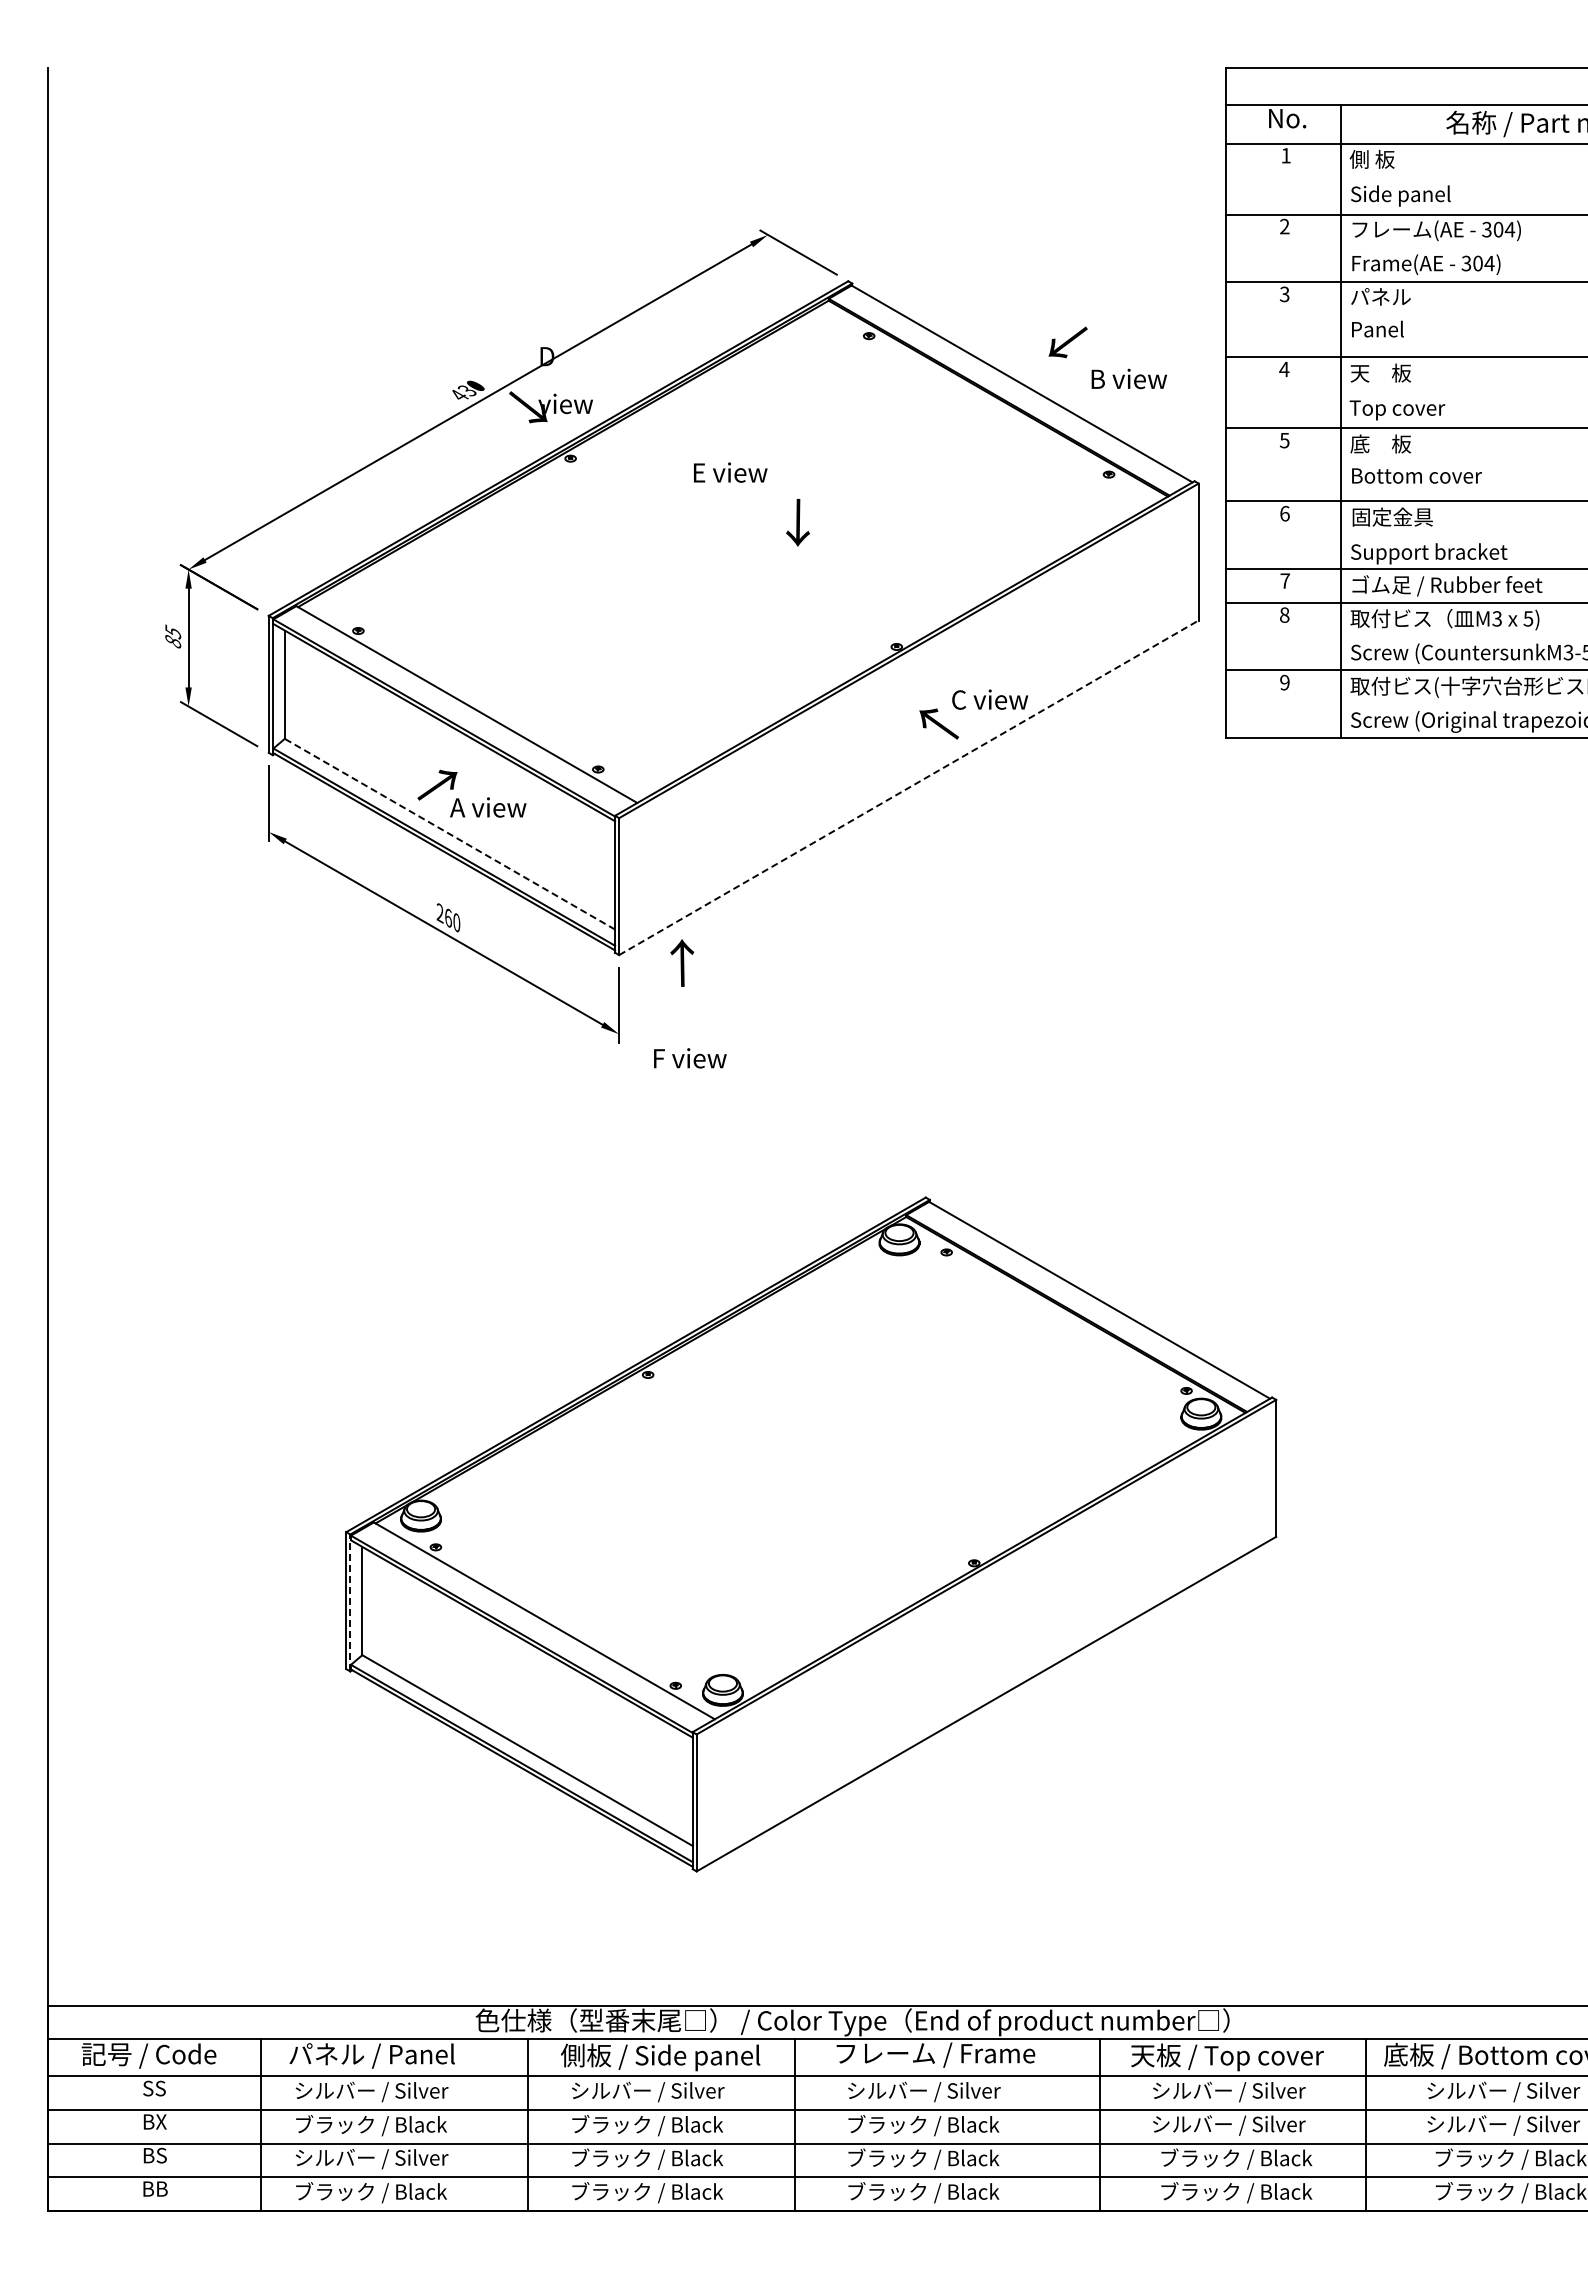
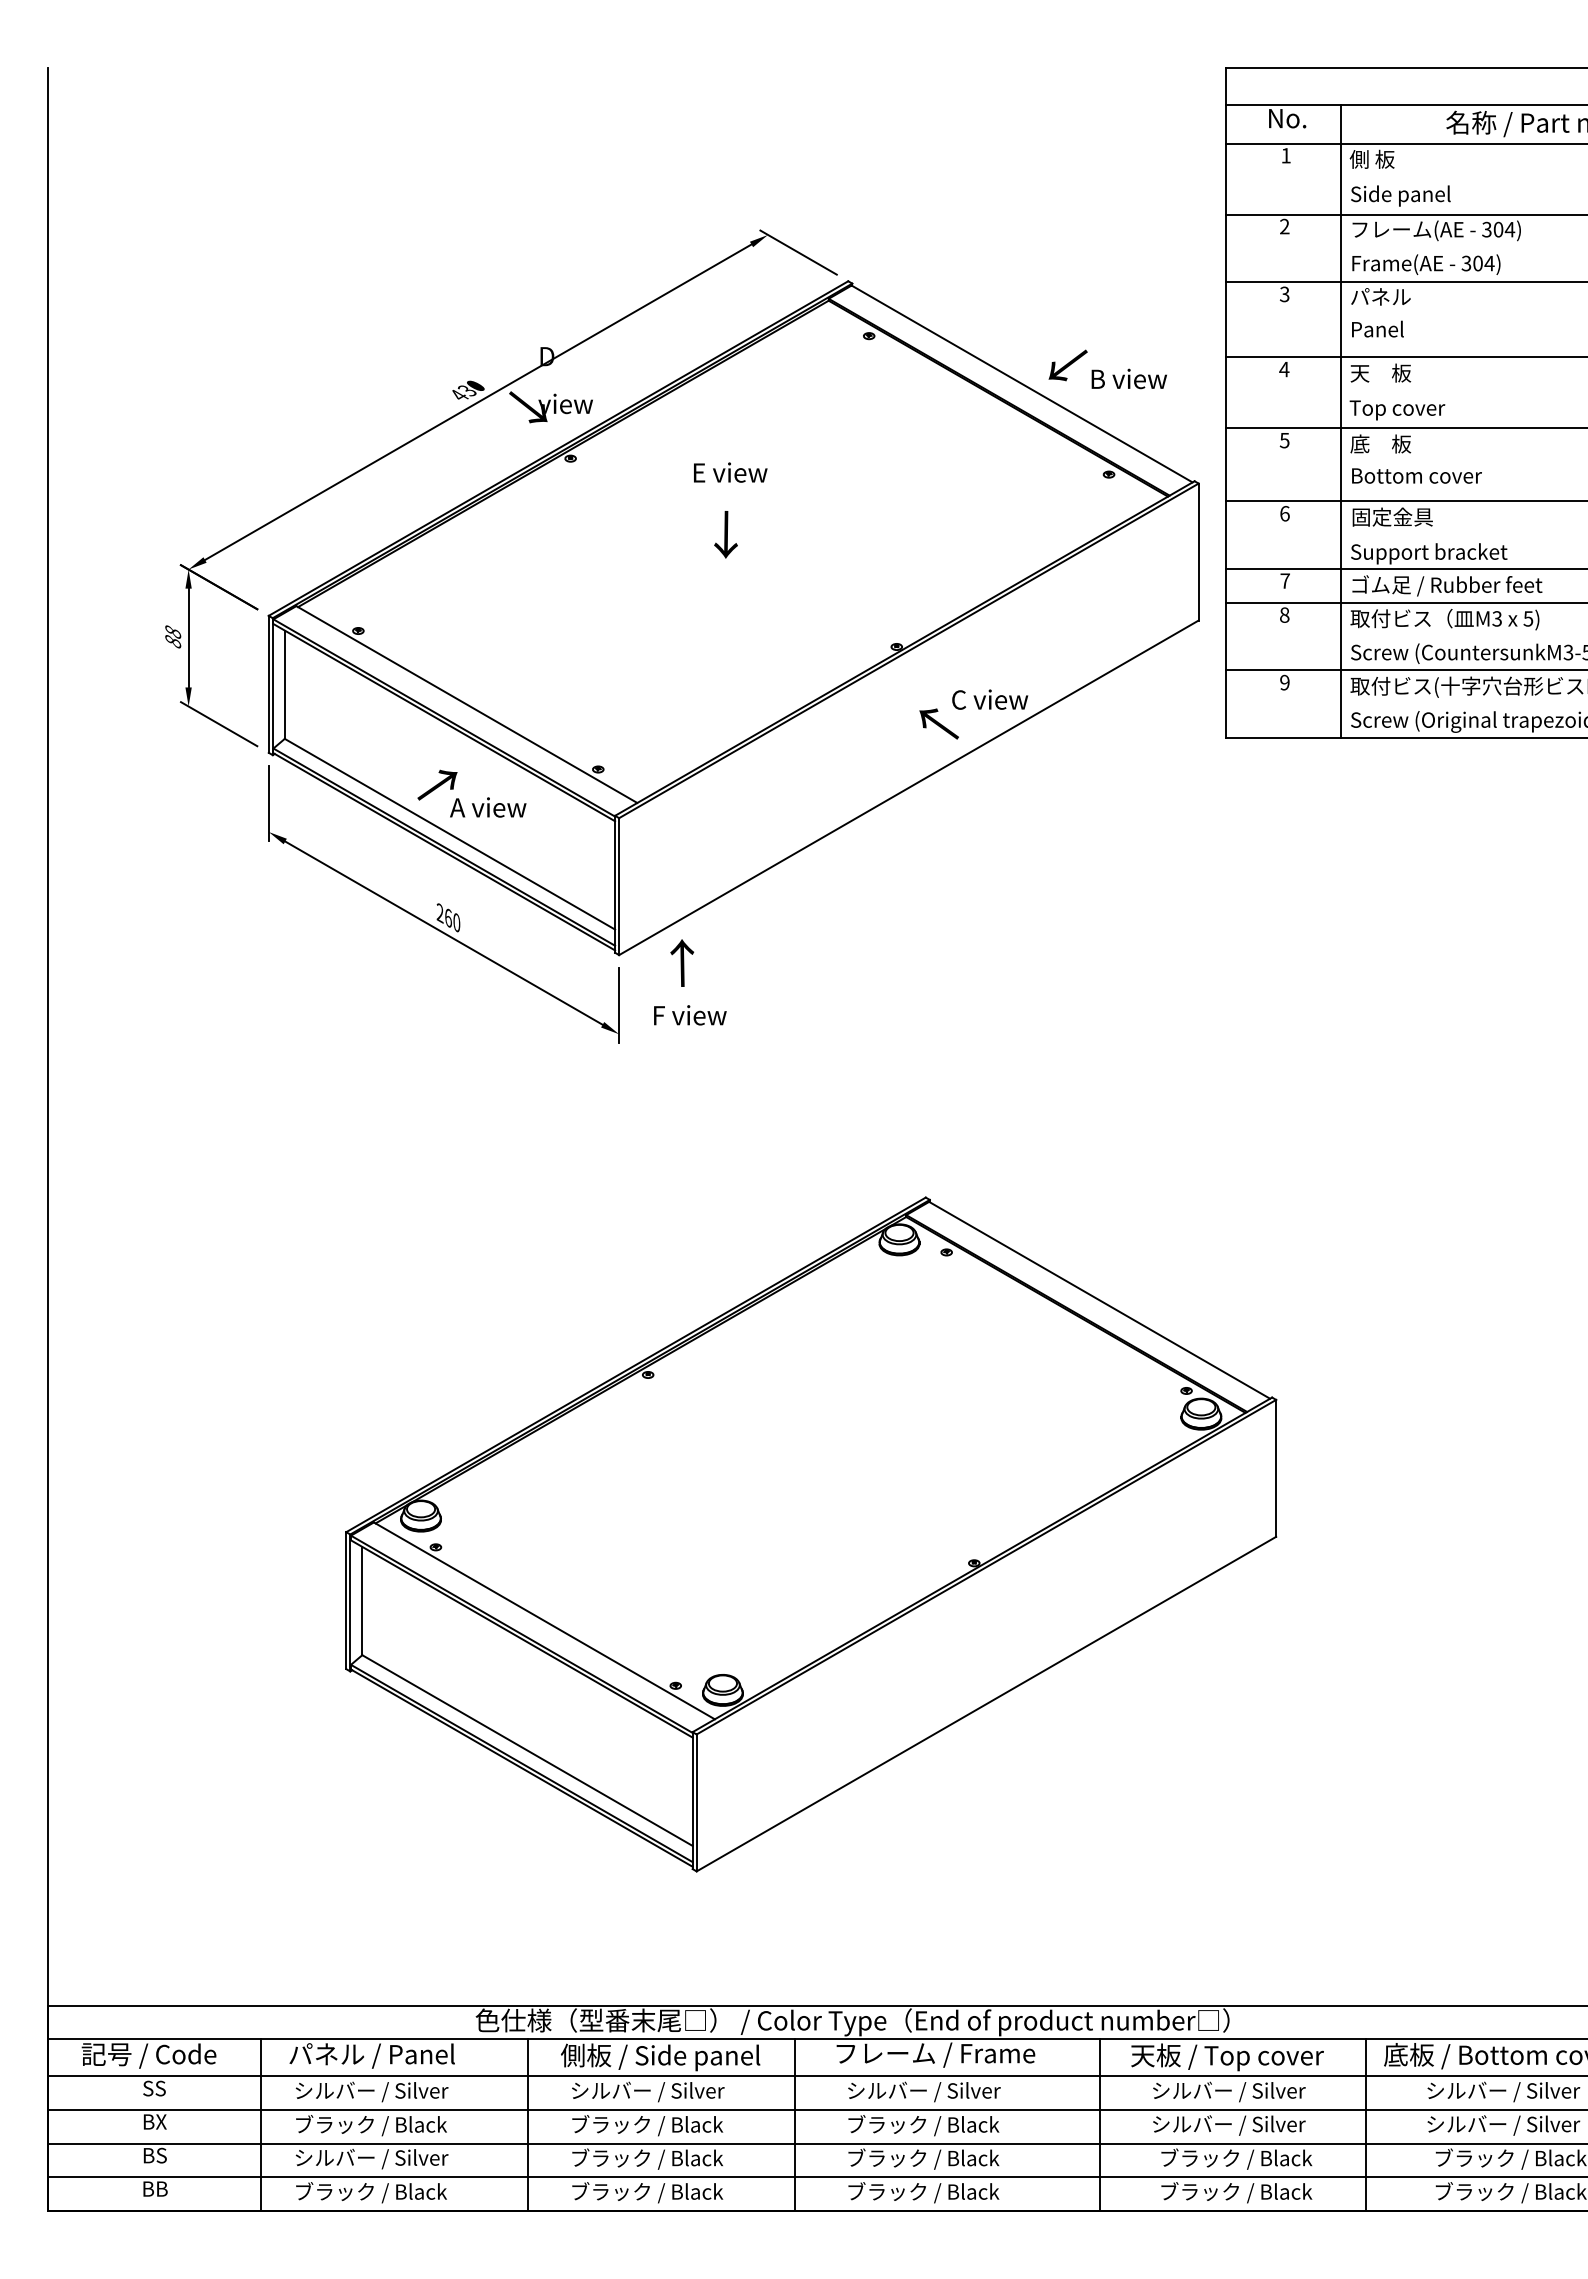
text at (1067, 342) position: (1067, 342) -> (1067, 365)
text at (797, 522) position: (797, 522) -> (725, 534)
text at (172, 631): 85 -> 88
line at (908, 787): dashed -> solid
line at (449, 834): dashed -> solid
text at (690, 1058) position: (690, 1058) -> (690, 1015)
line at (350, 1602): dashed -> solid
